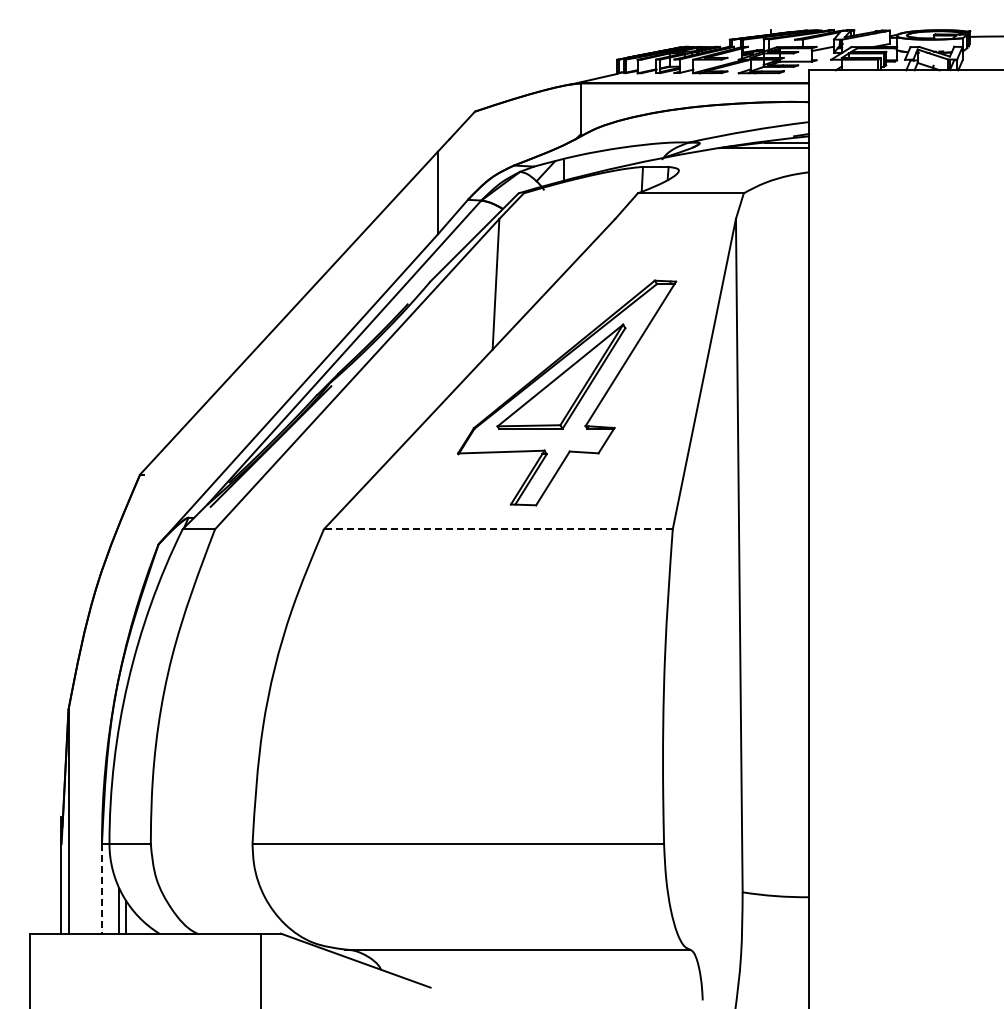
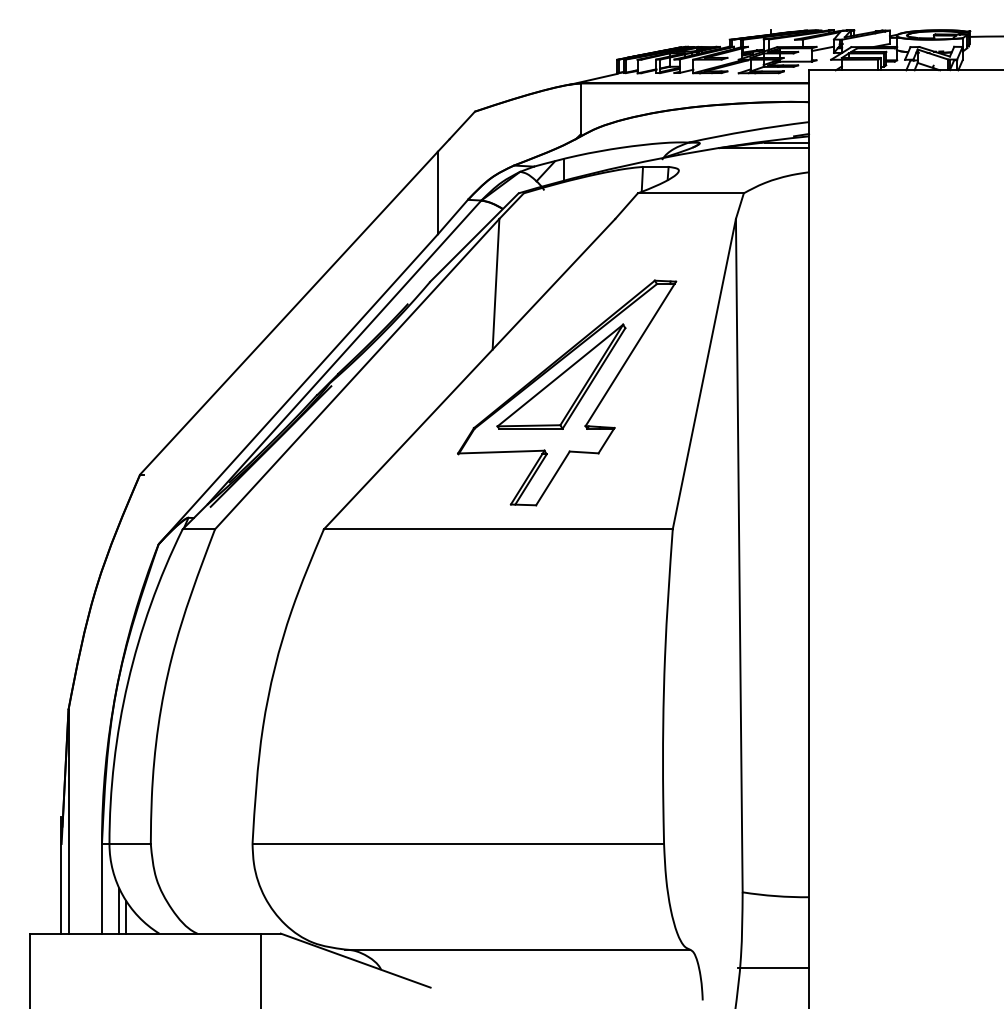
line at (497, 529): dashed -> solid
line at (101, 888): dashed -> solid
line at (773, 967): none -> present
